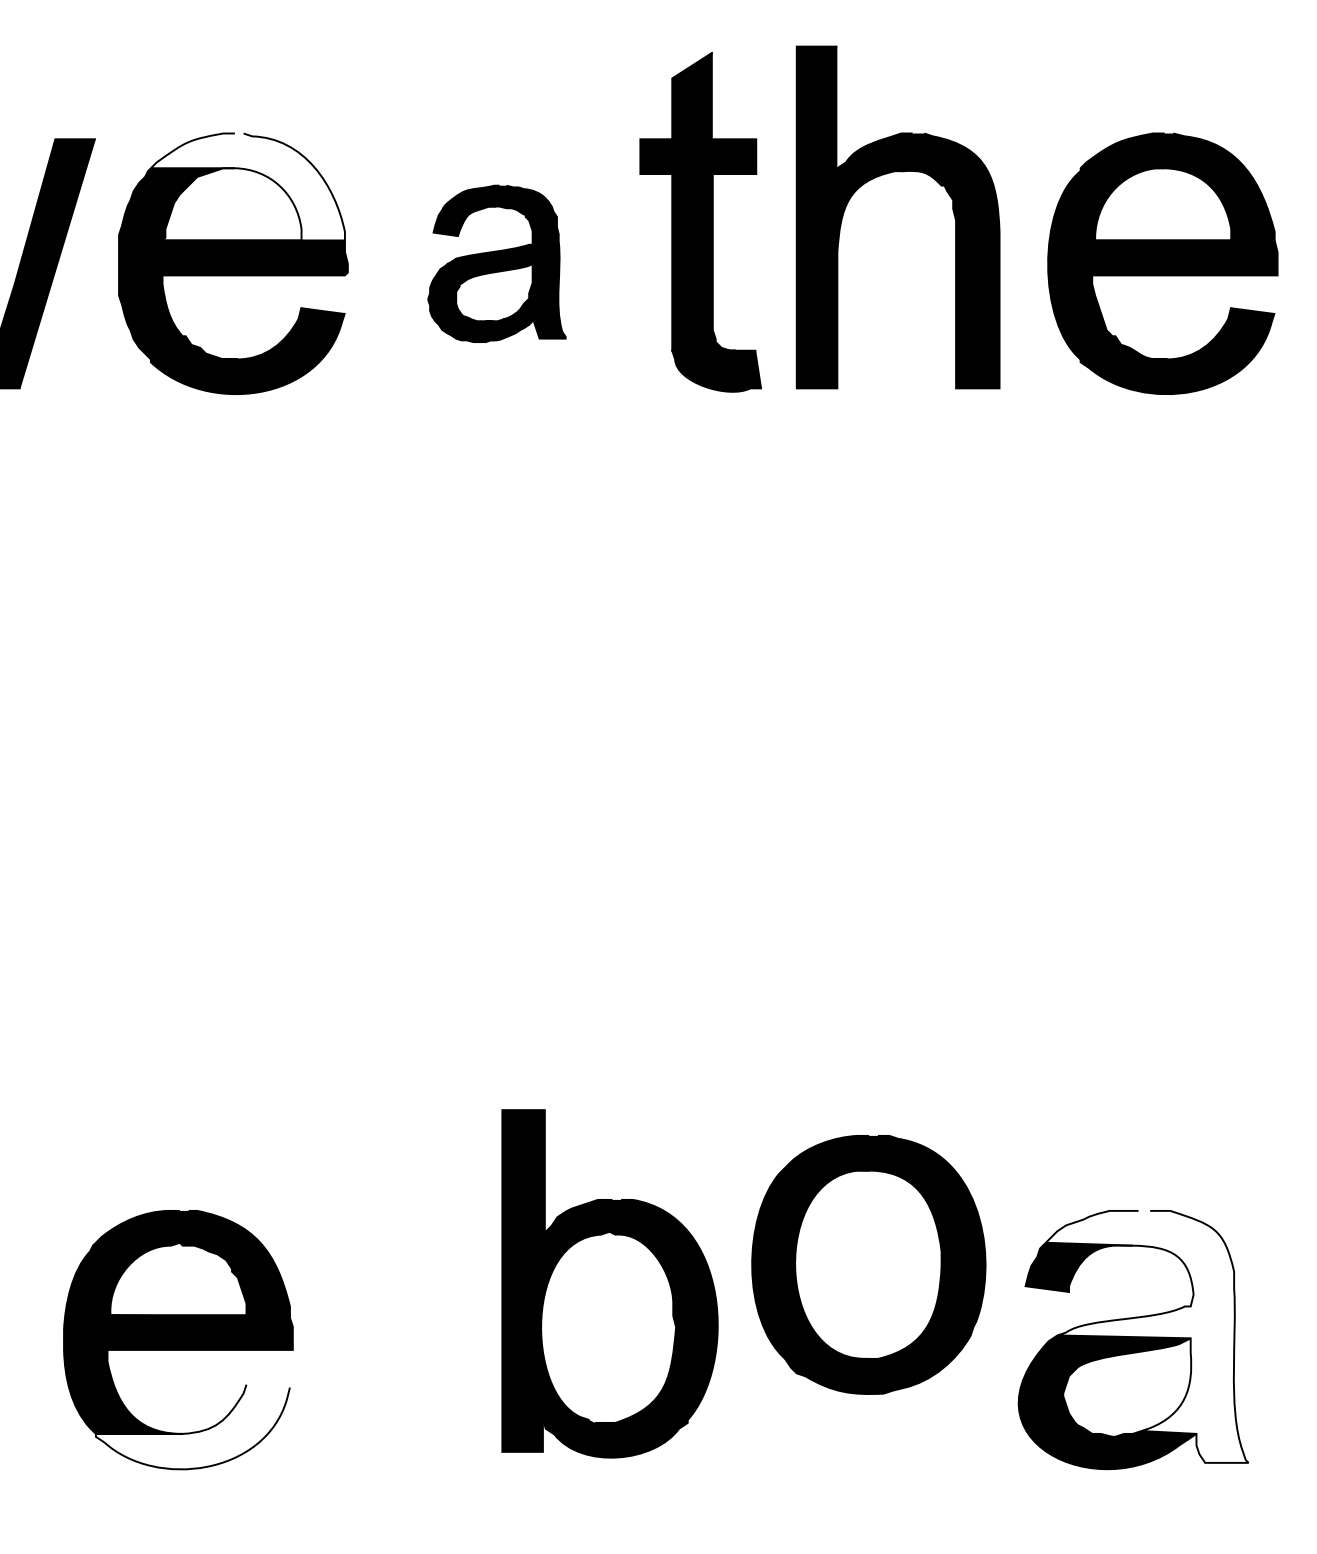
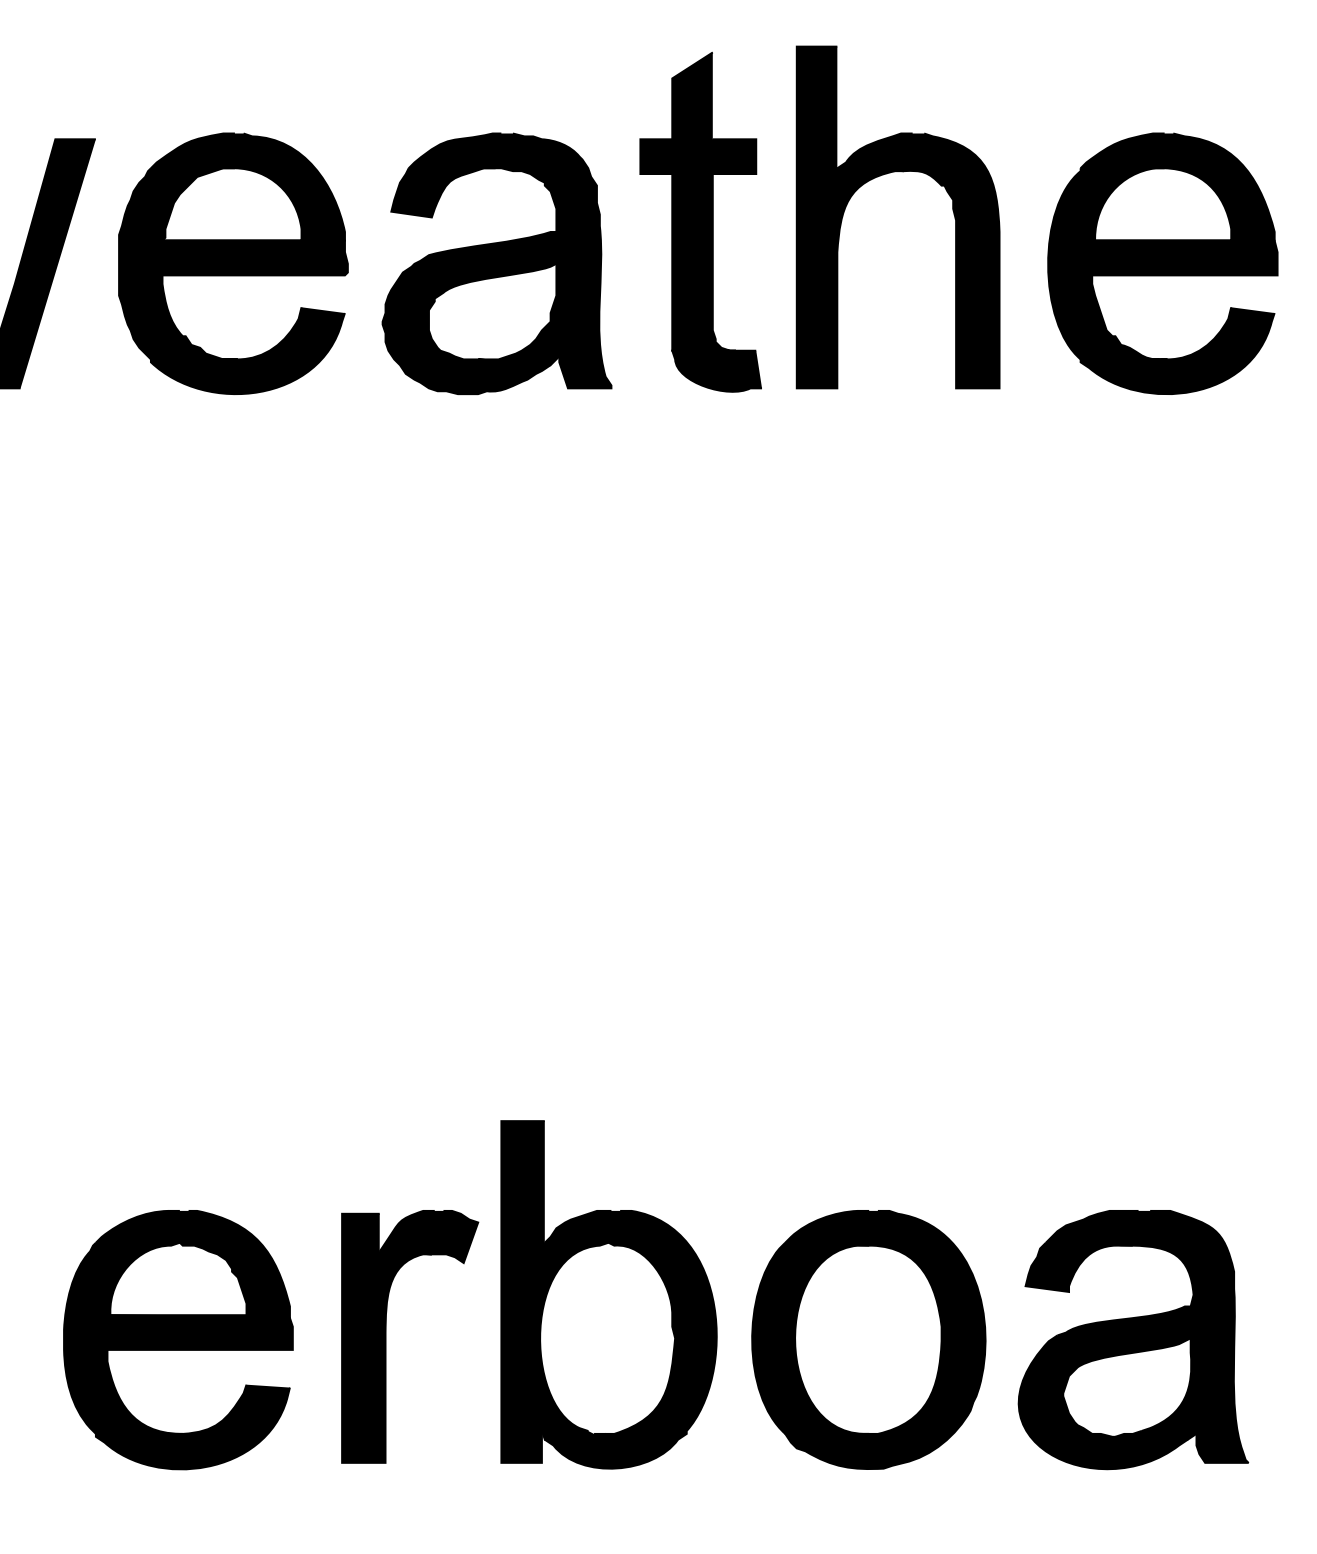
fill at (247, 186): none -> present
part at (496, 263) size: 140x159 px -> 232x264 px
part at (868, 1264) position: (868, 1264) -> (868, 1339)
part at (609, 1283) position: (609, 1283) -> (608, 1294)
part at (386, 1336): none -> present
fill at (1146, 1336): none -> present
fill at (192, 1426): none -> present
